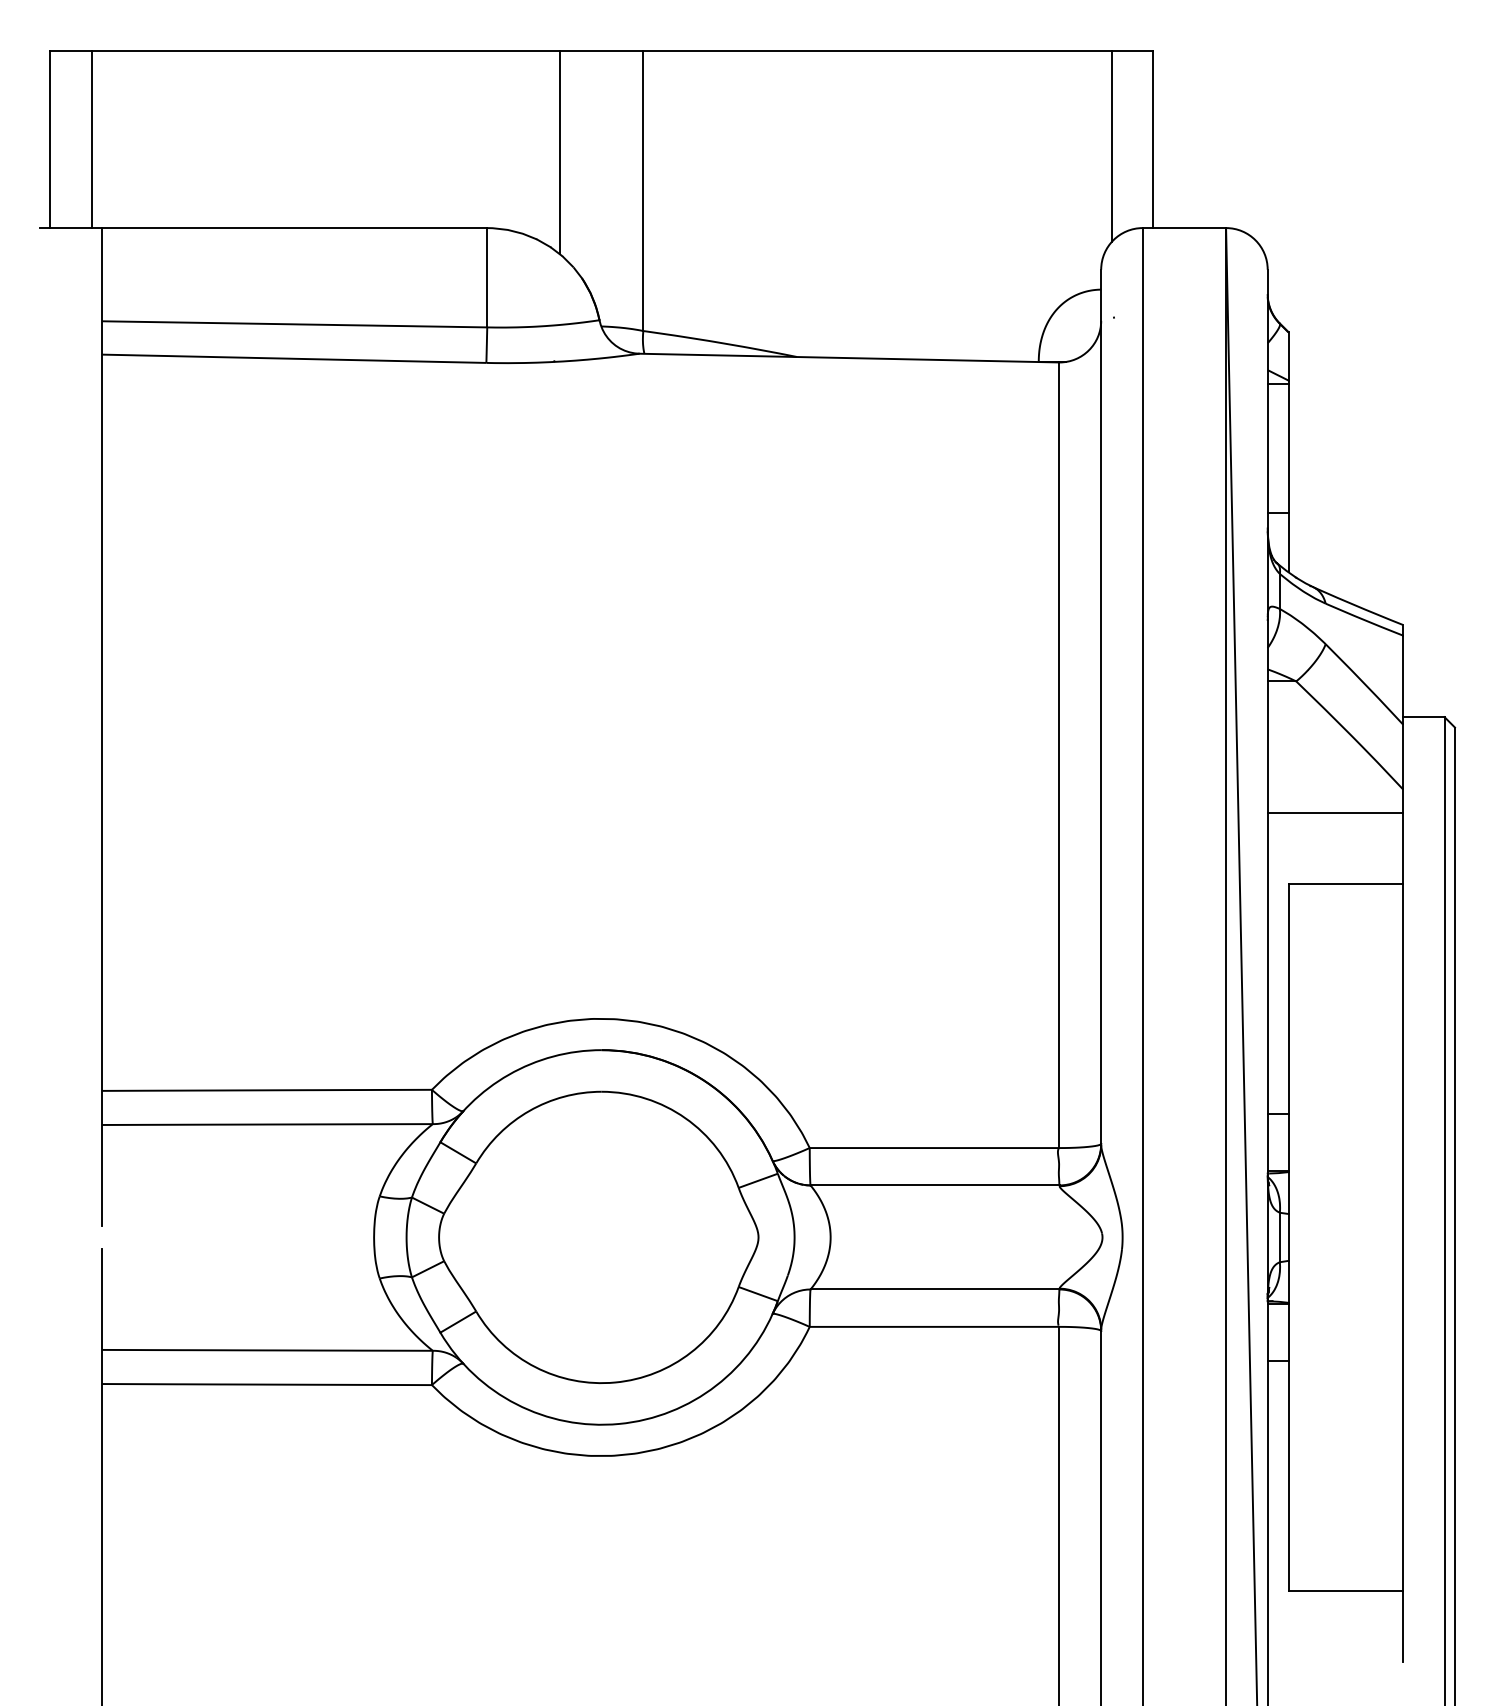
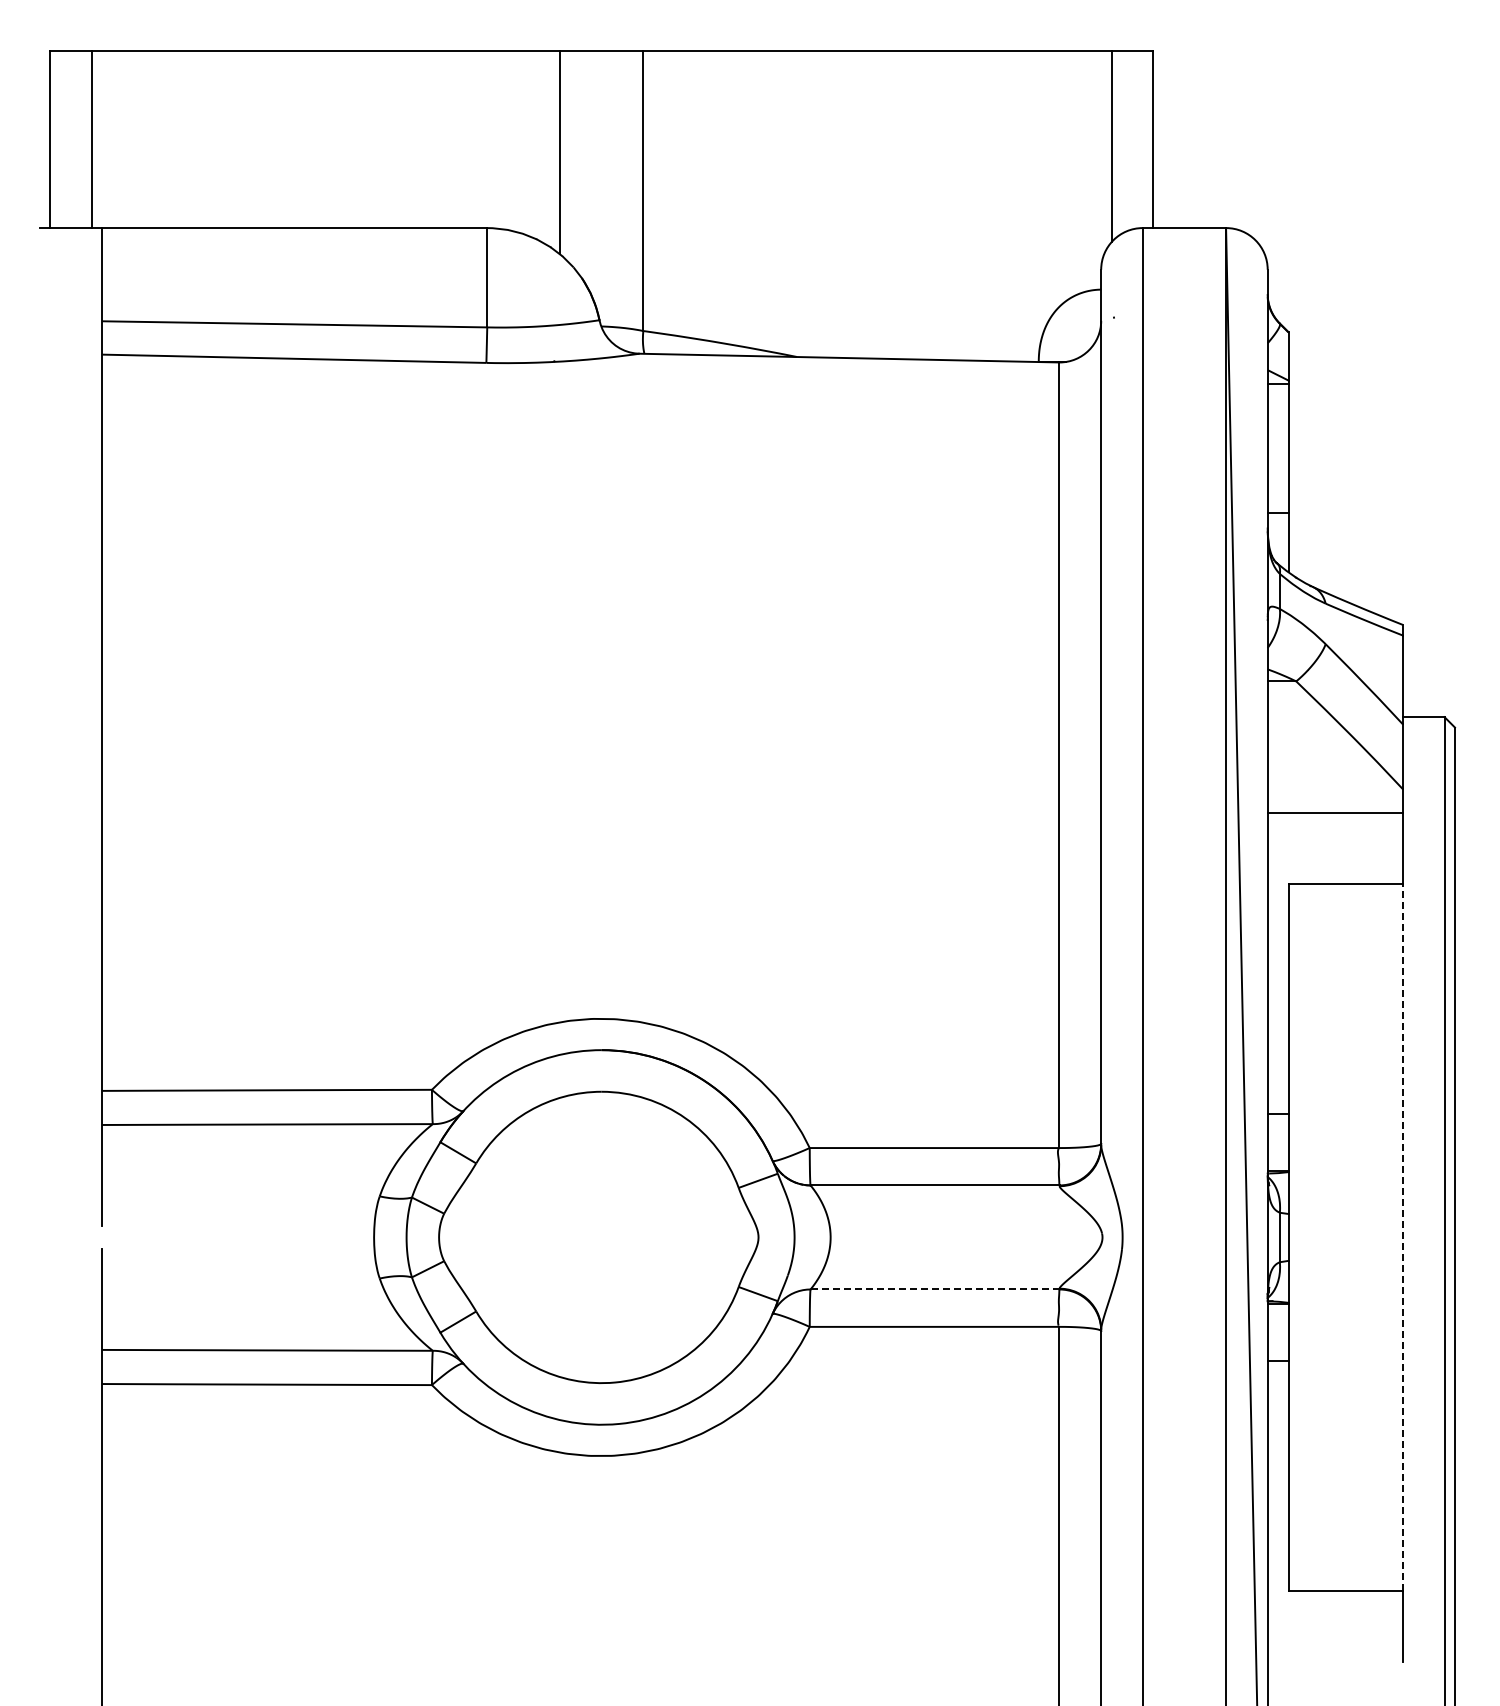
line at (1402, 1236): solid -> dashed
line at (935, 1289): solid -> dashed
